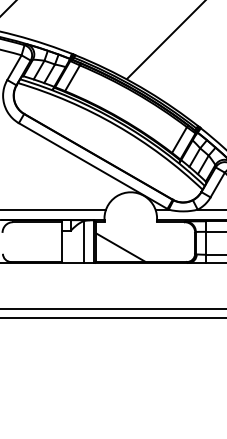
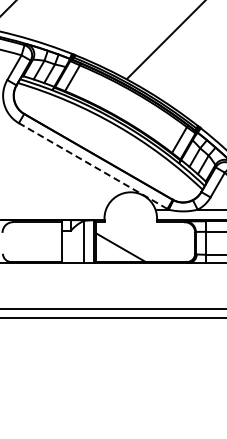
line at (93, 166): solid -> dashed
line at (54, 209): present -> none
